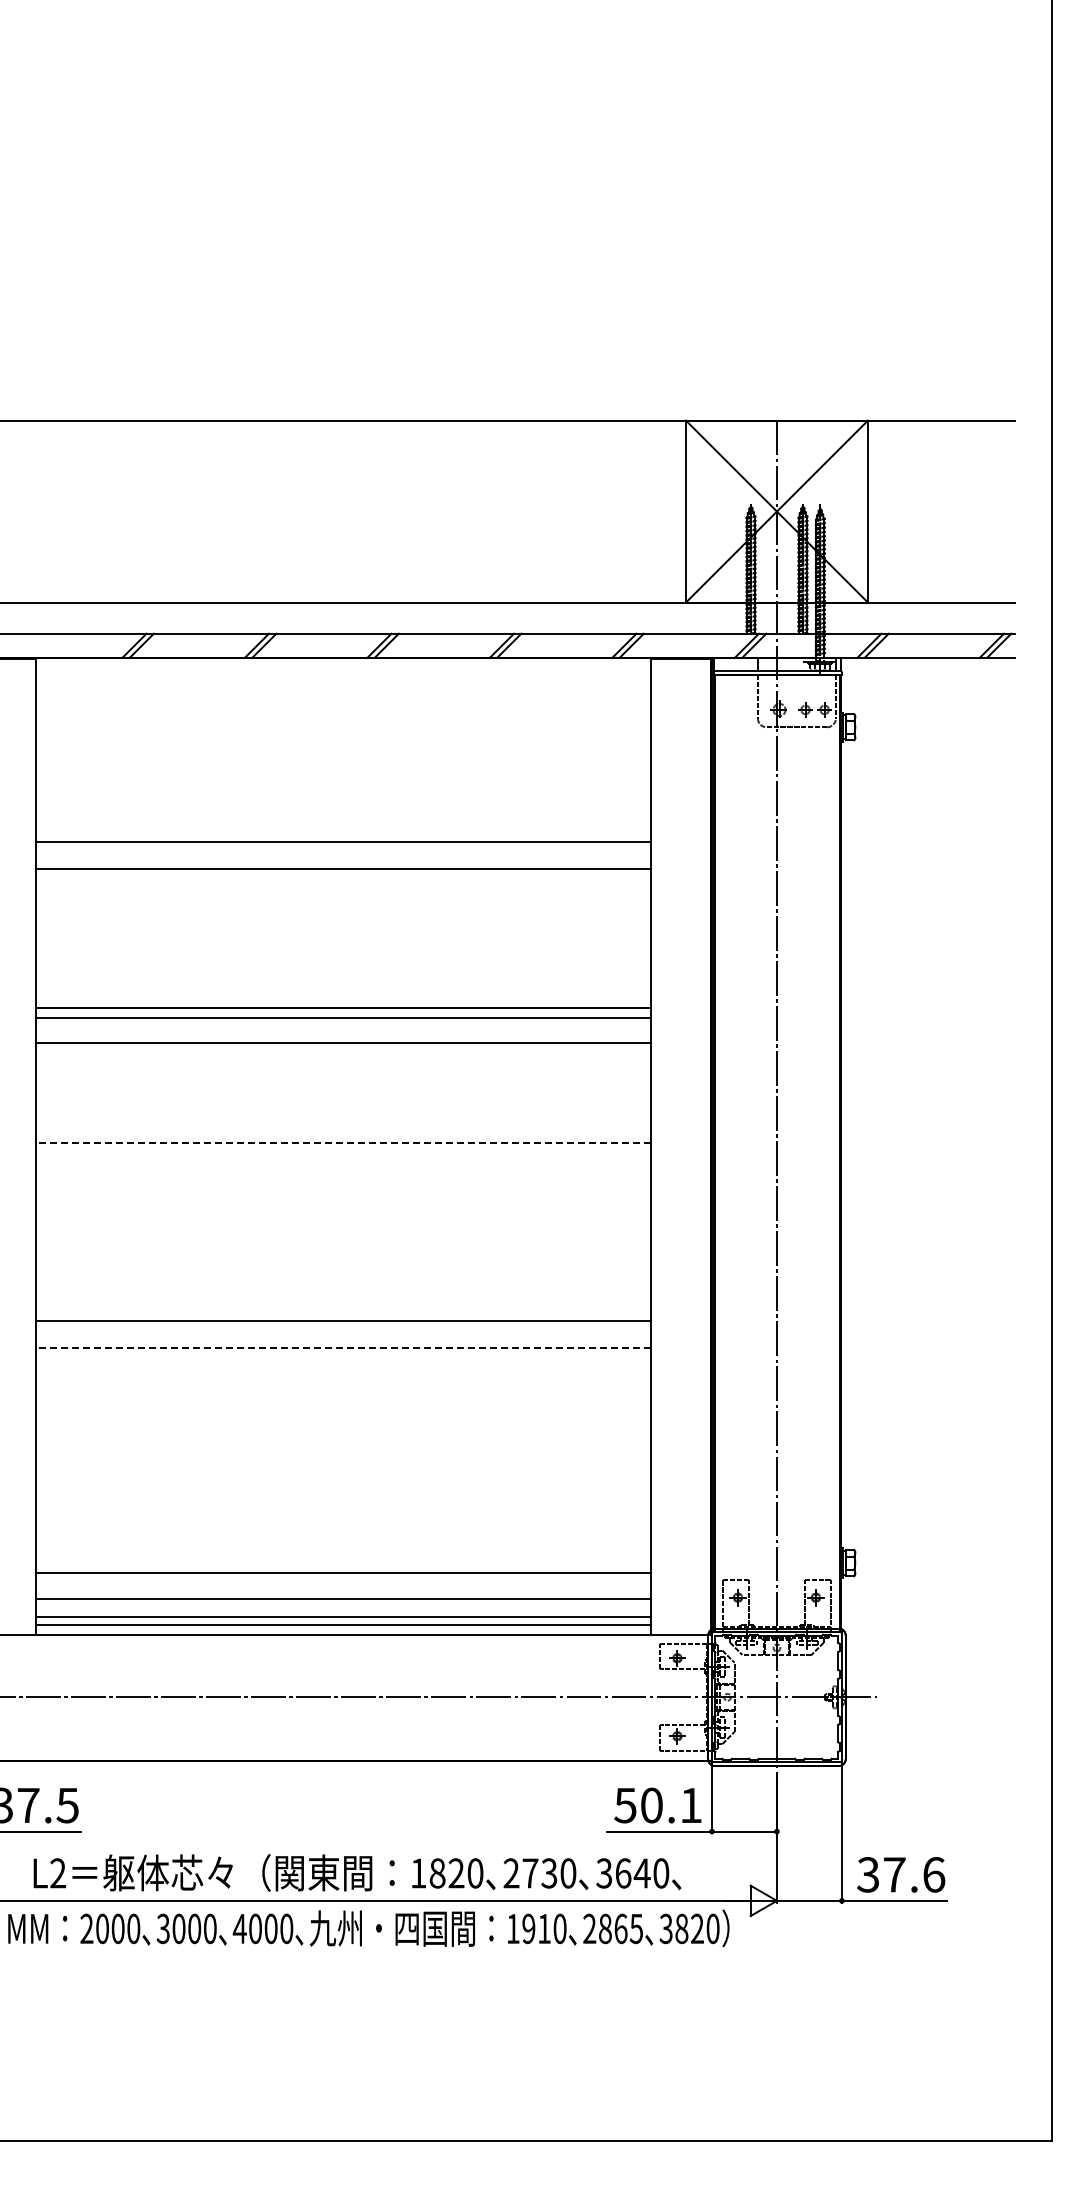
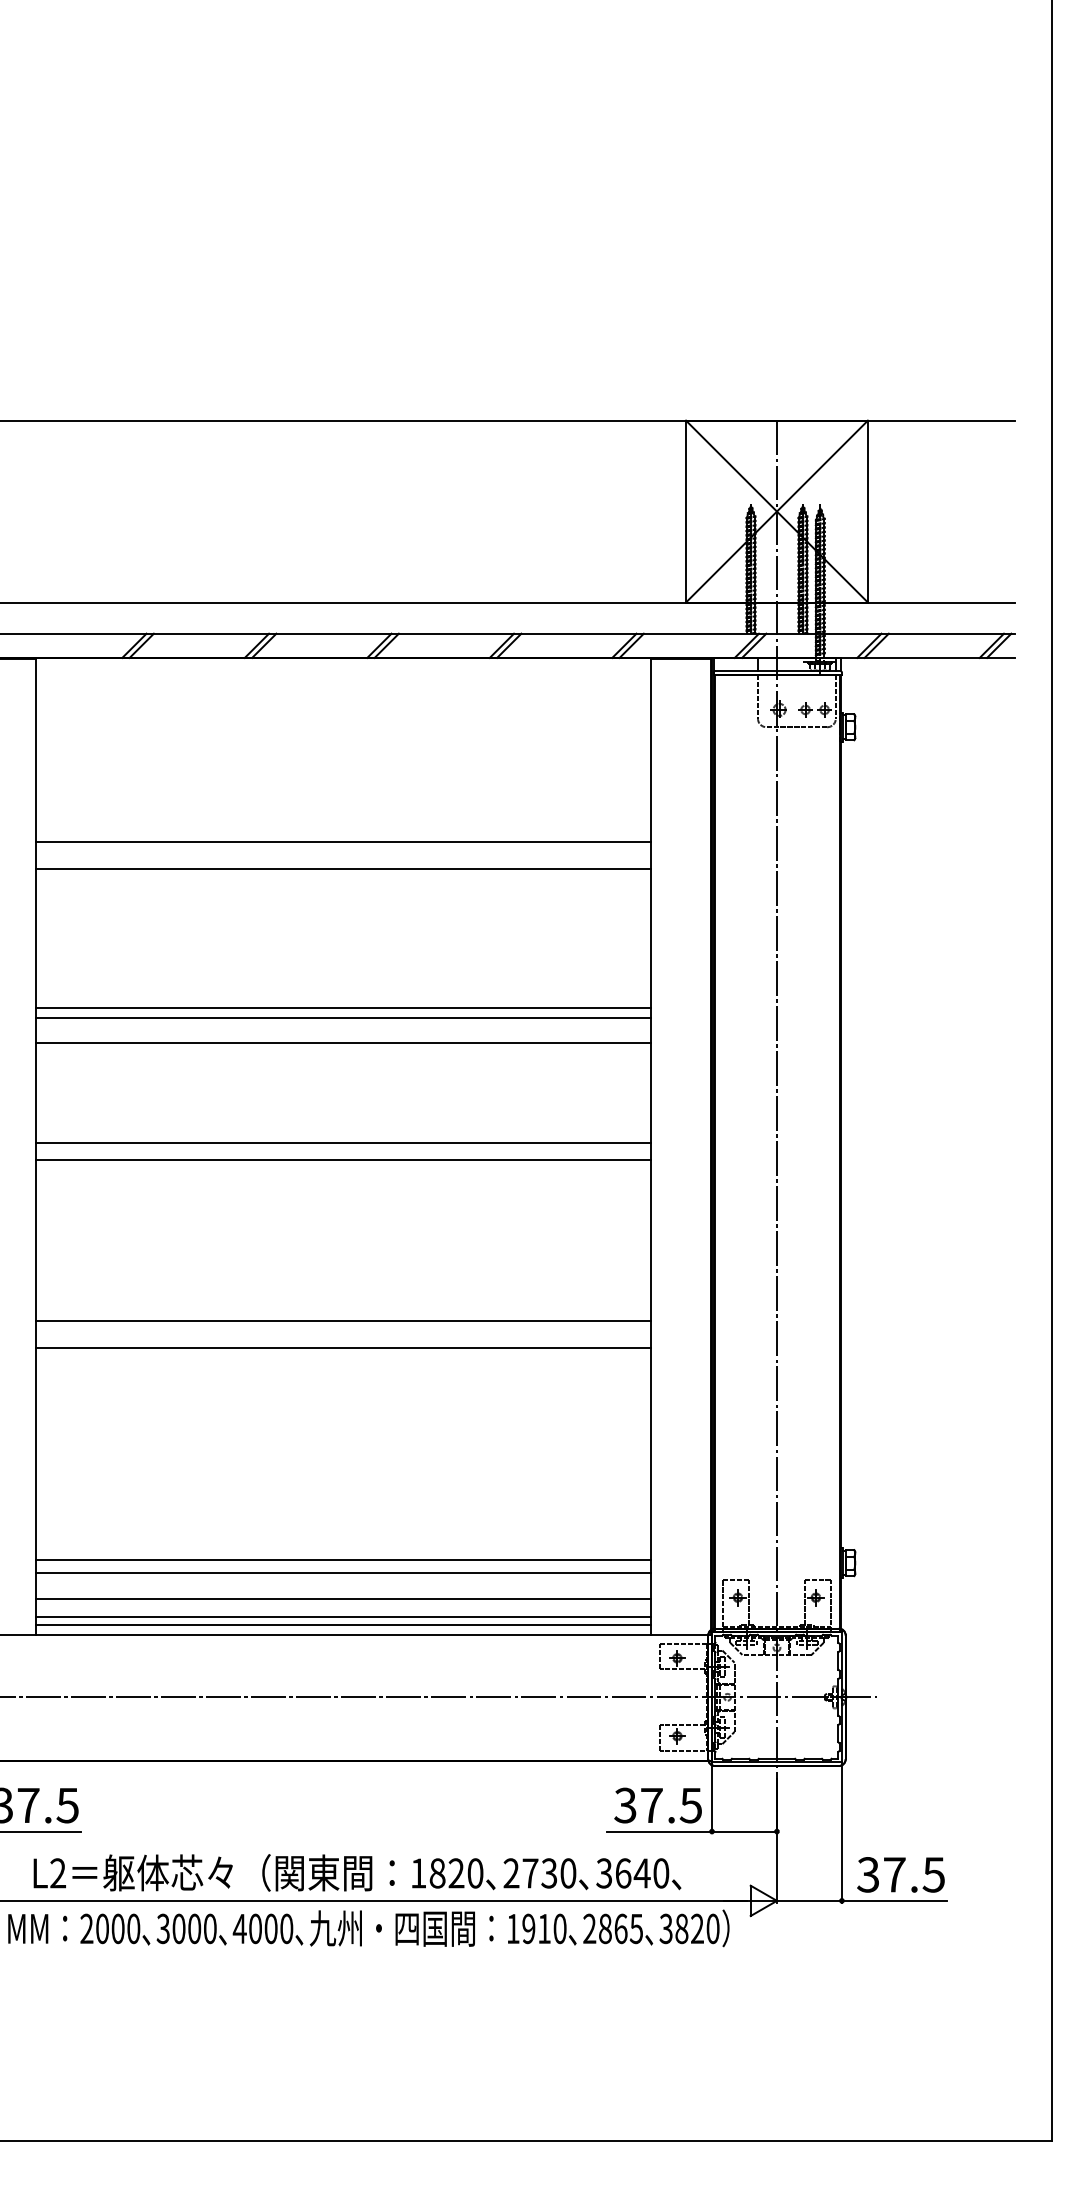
line at (343, 1142): dashed -> solid
line at (343, 1160): none -> present
line at (343, 1348): dashed -> solid
line at (343, 1559): none -> present
text at (657, 1805): 50.1 -> 37.5
text at (933, 1874): 37.6 -> 37.5
